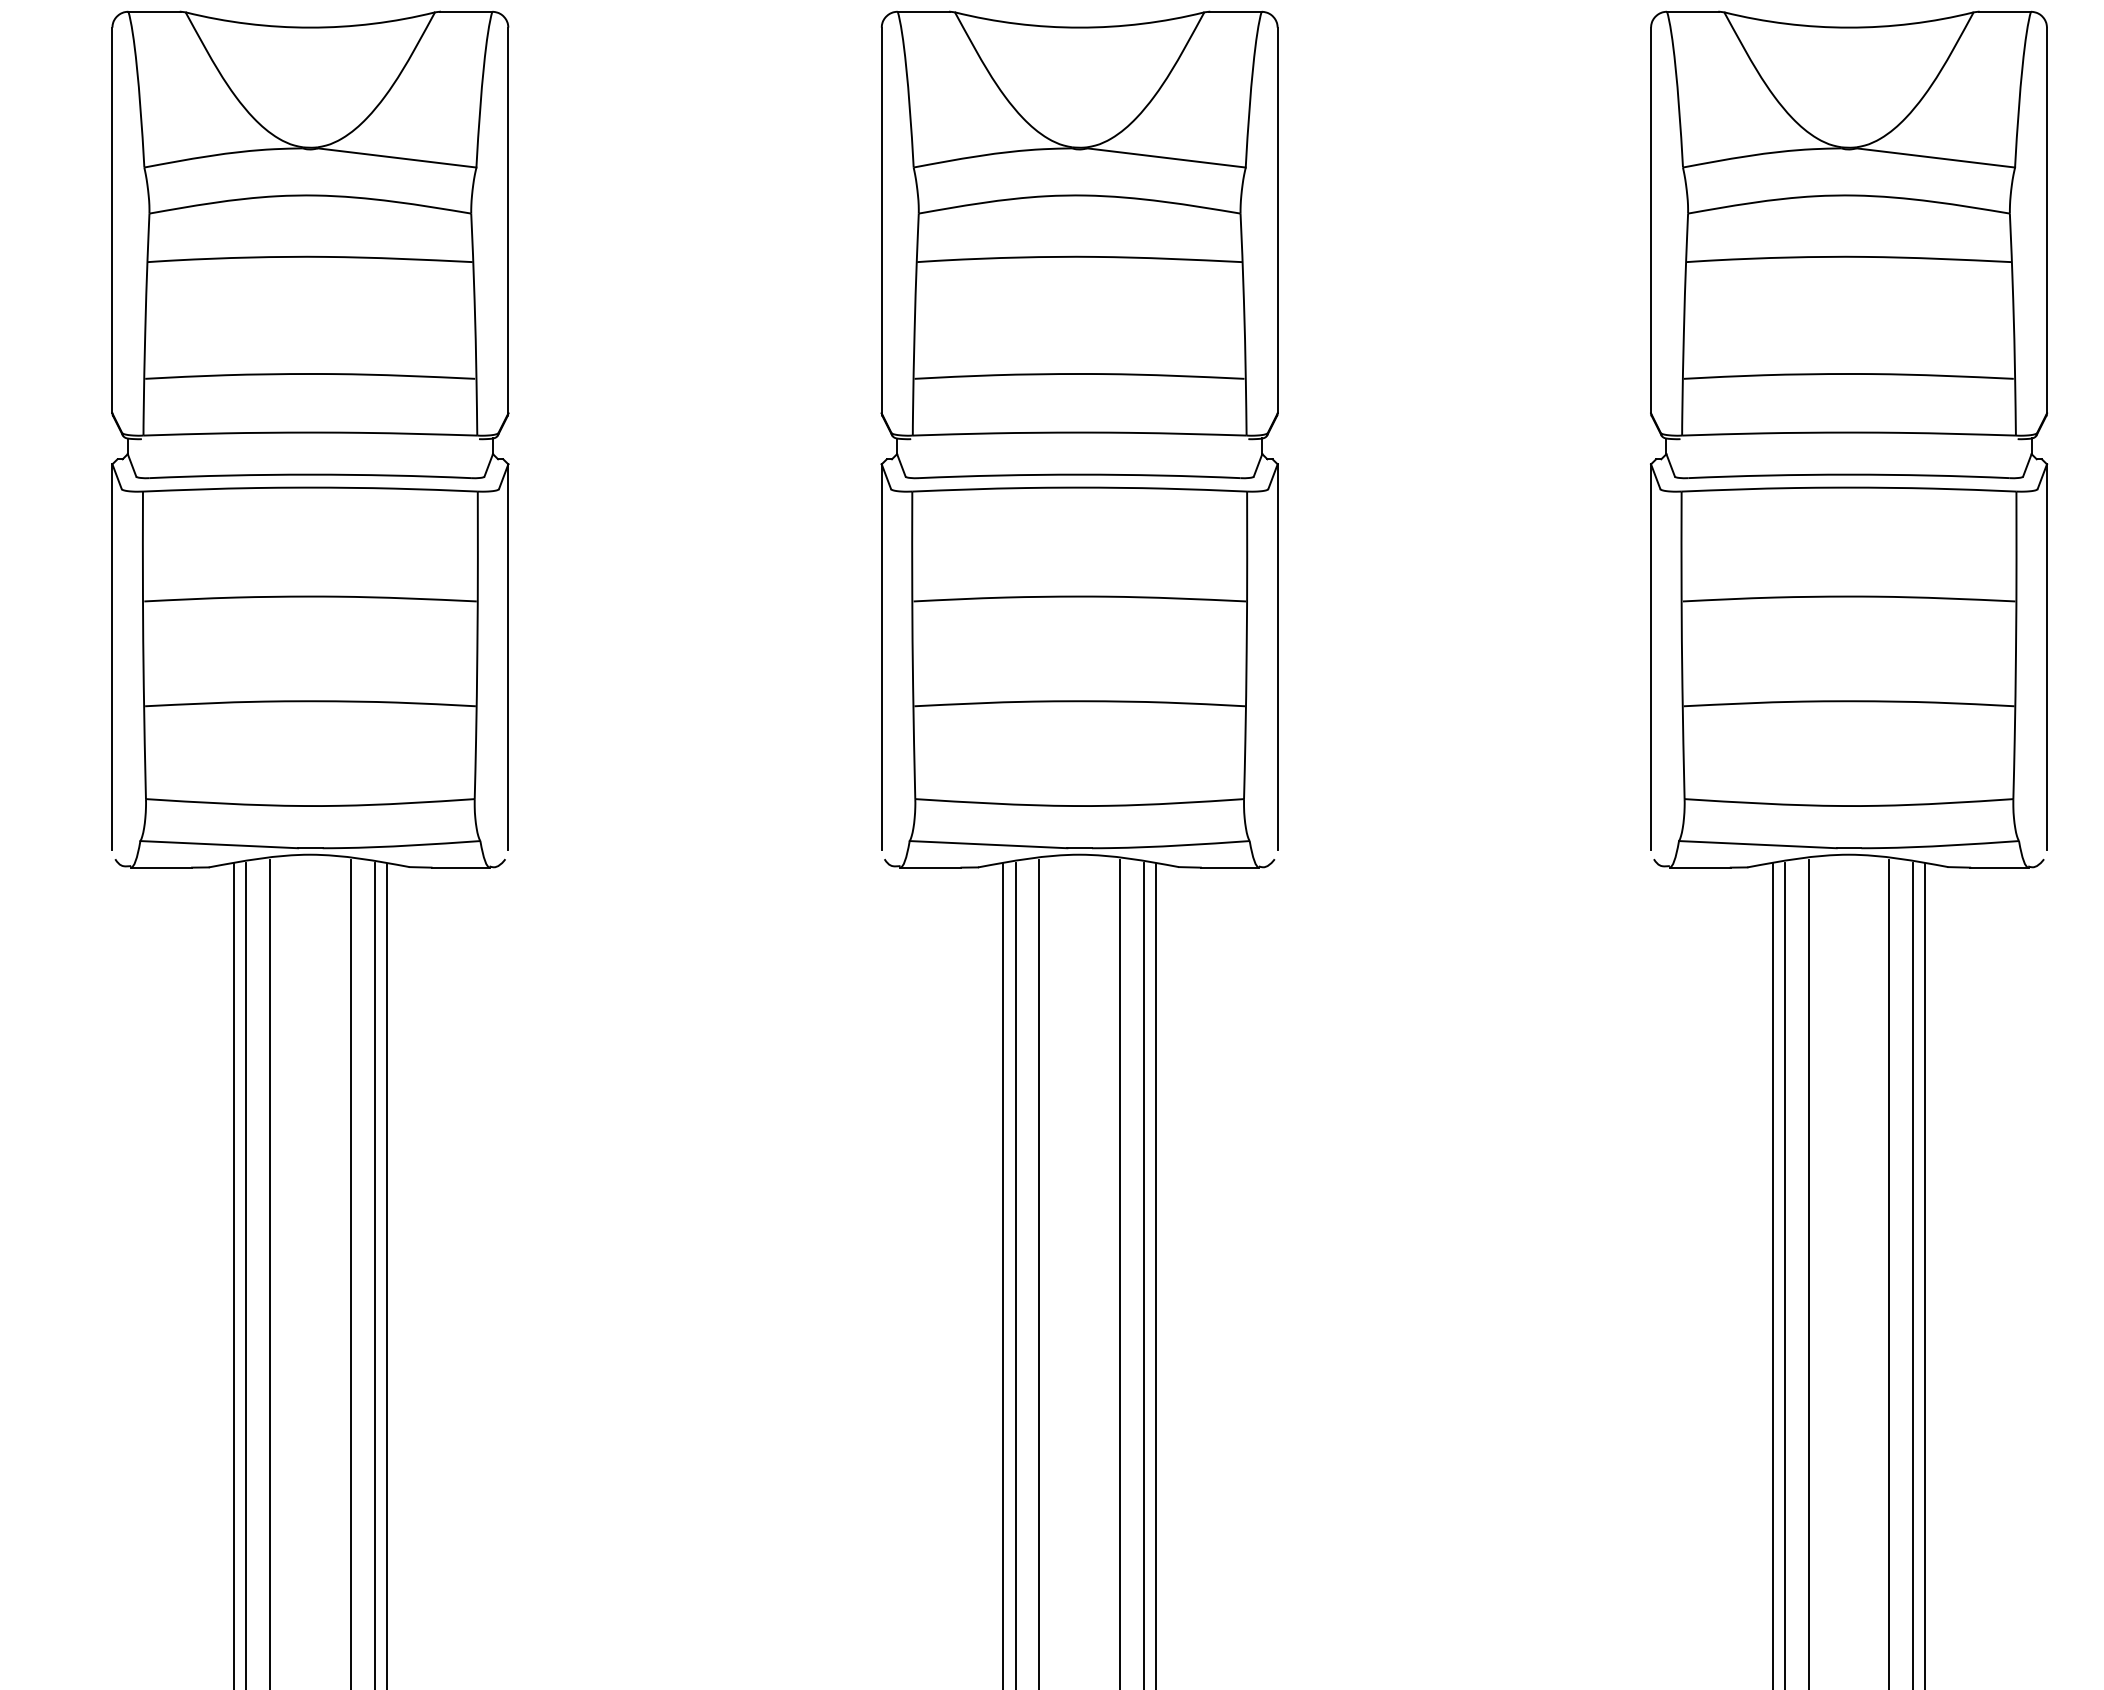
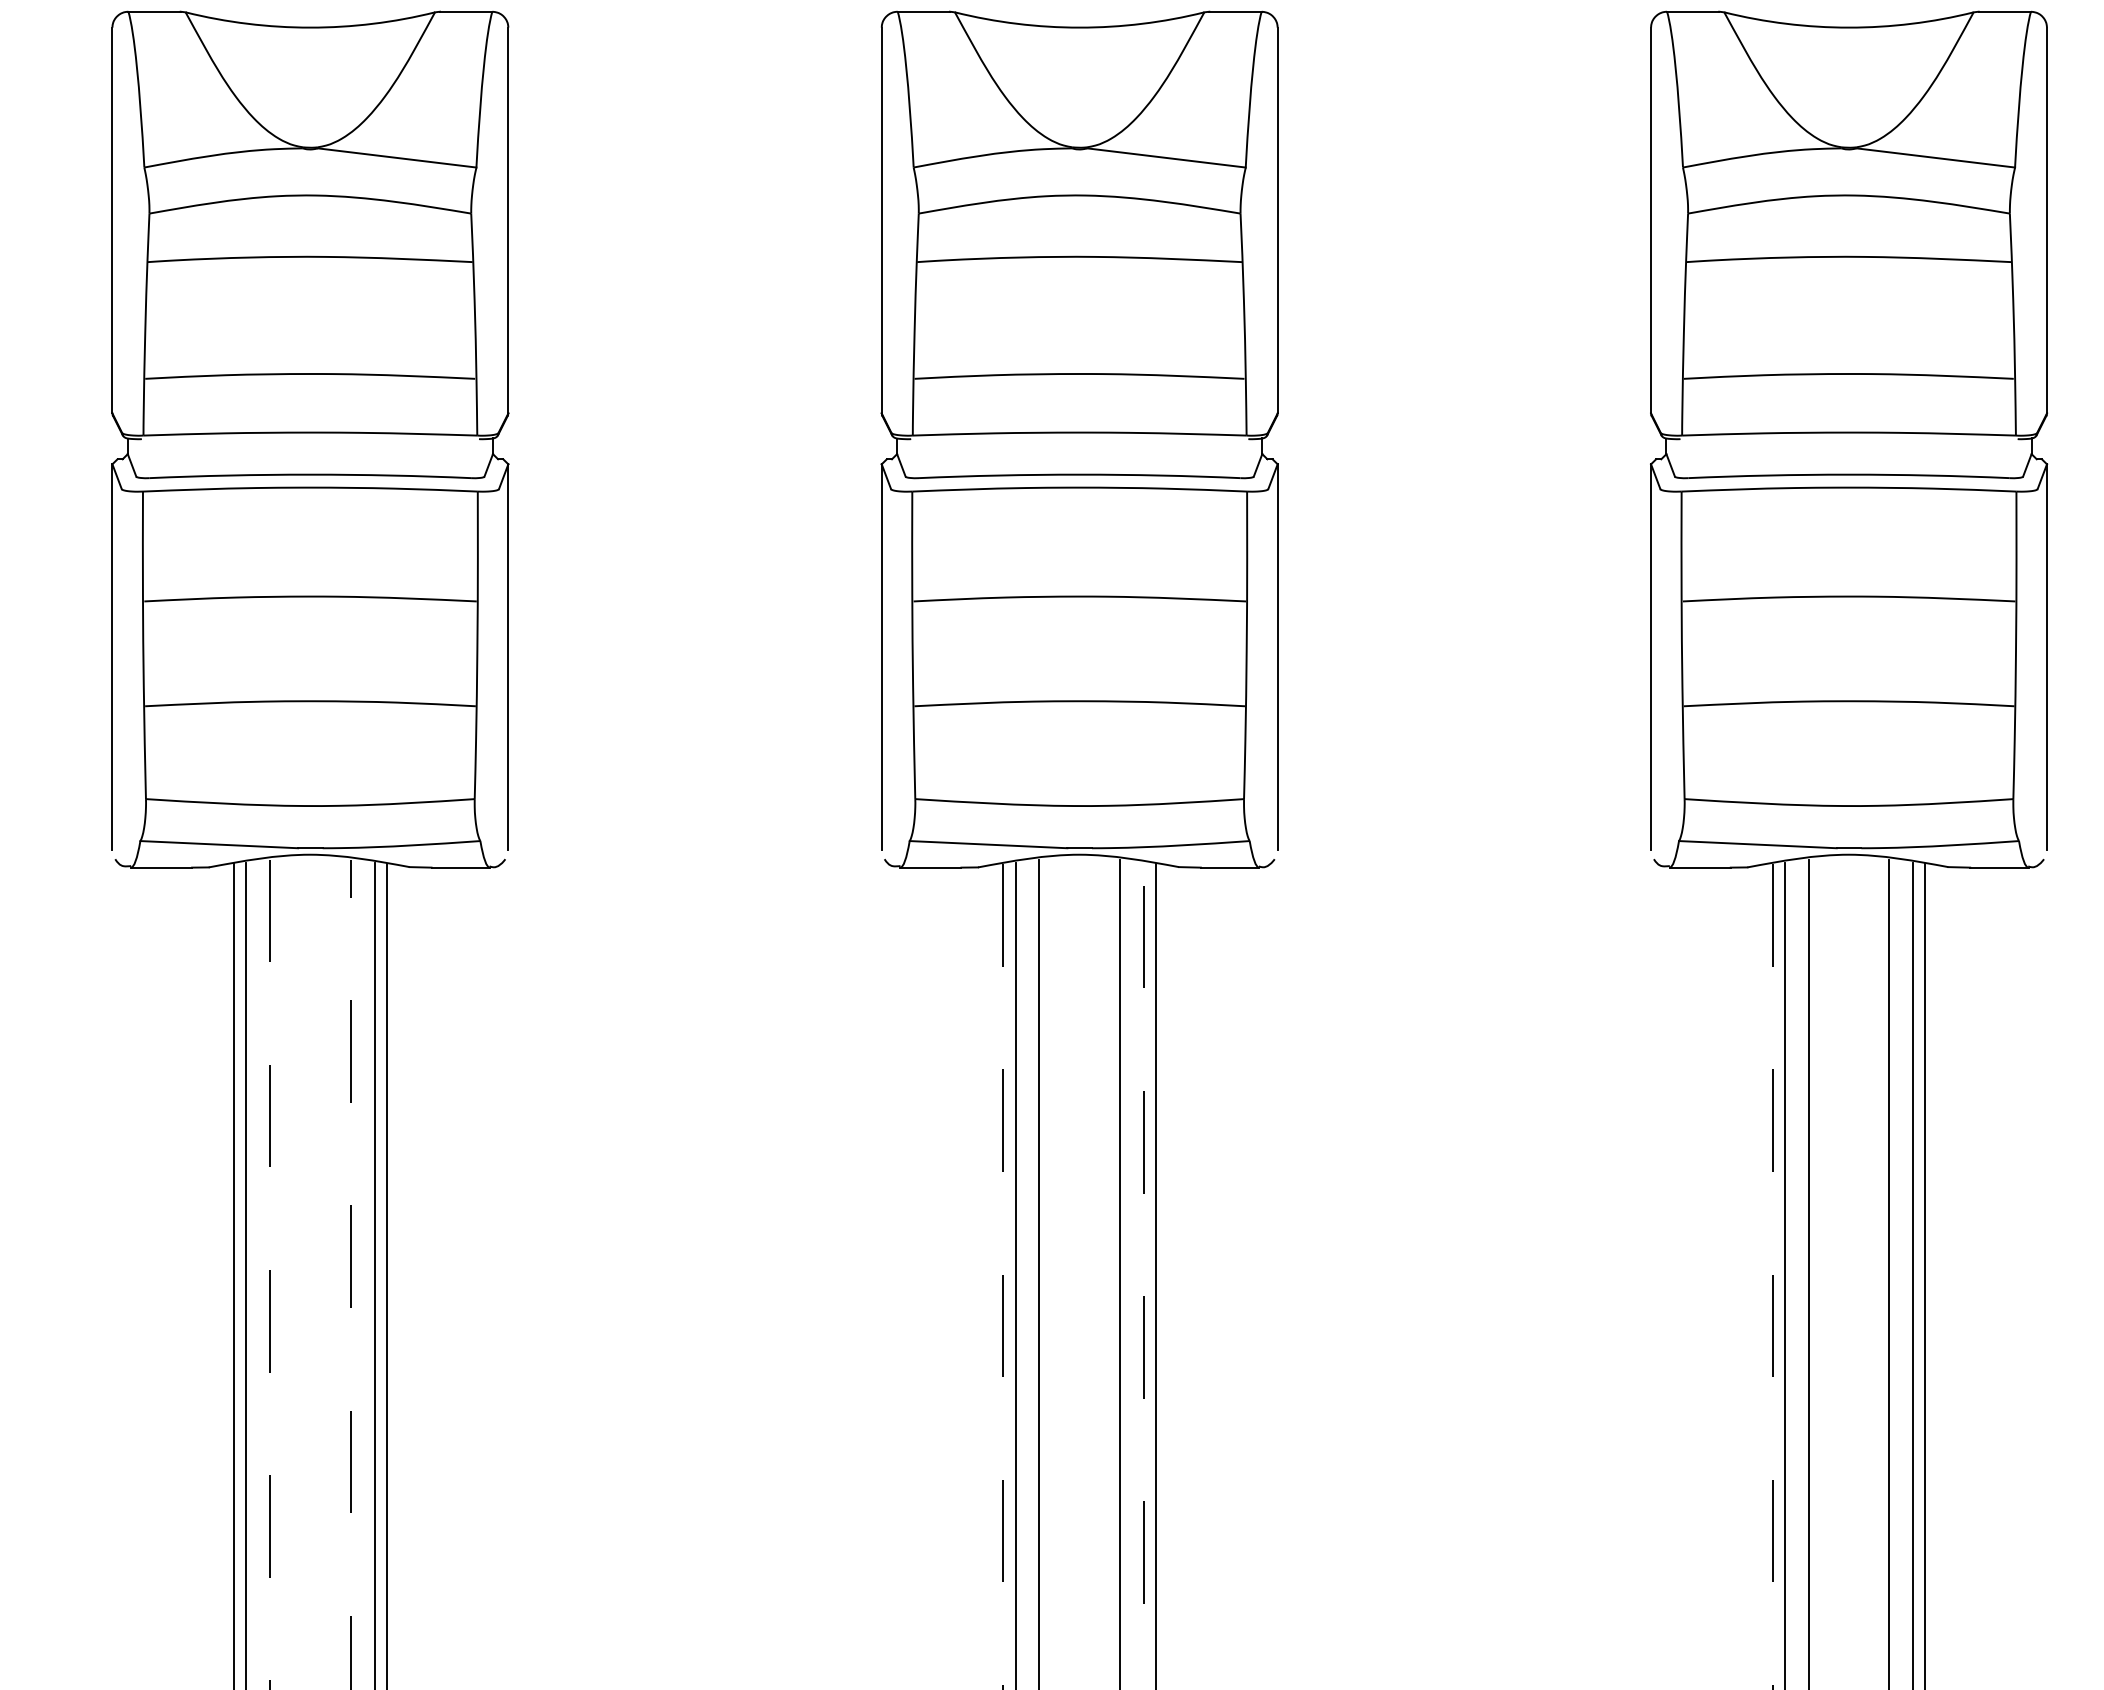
line at (269, 1274): solid -> dashed
line at (350, 1274): solid -> dashed
line at (1143, 1275): solid -> dashed
line at (1003, 1277): solid -> dashed
line at (1772, 1277): solid -> dashed
